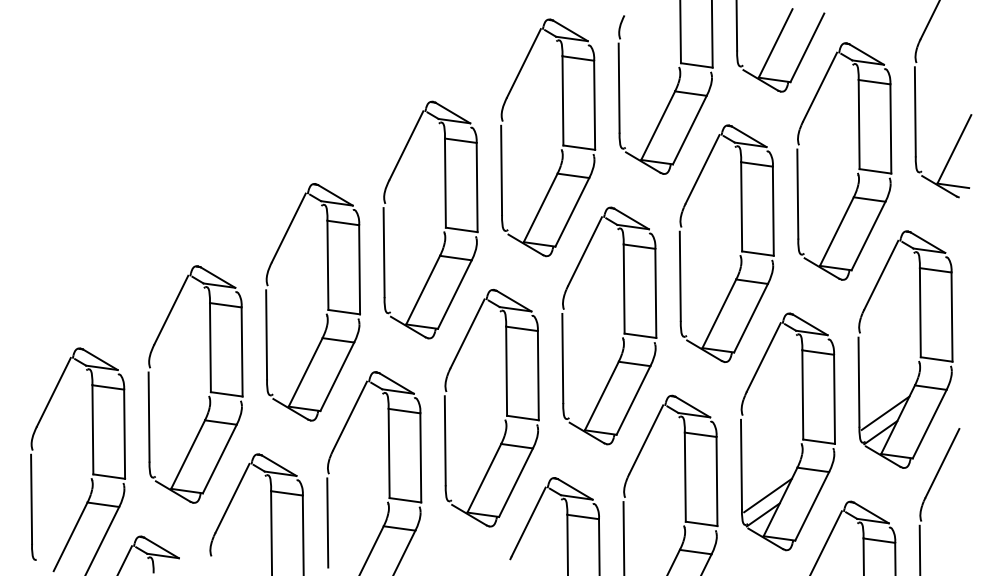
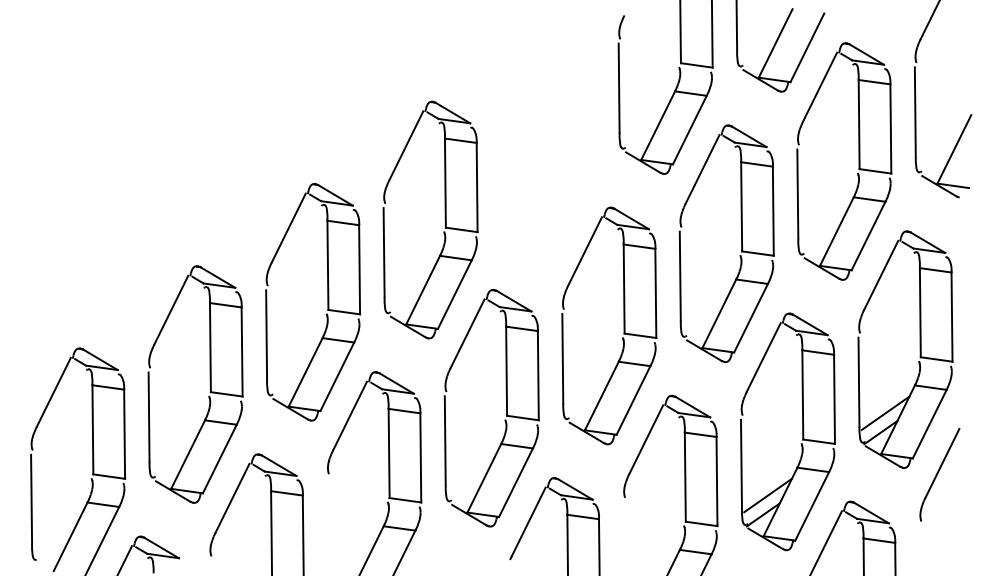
part at (562, 137): present -> none
line at (327, 522): present -> none
line at (623, 537): present -> none
line at (919, 548): present -> none
